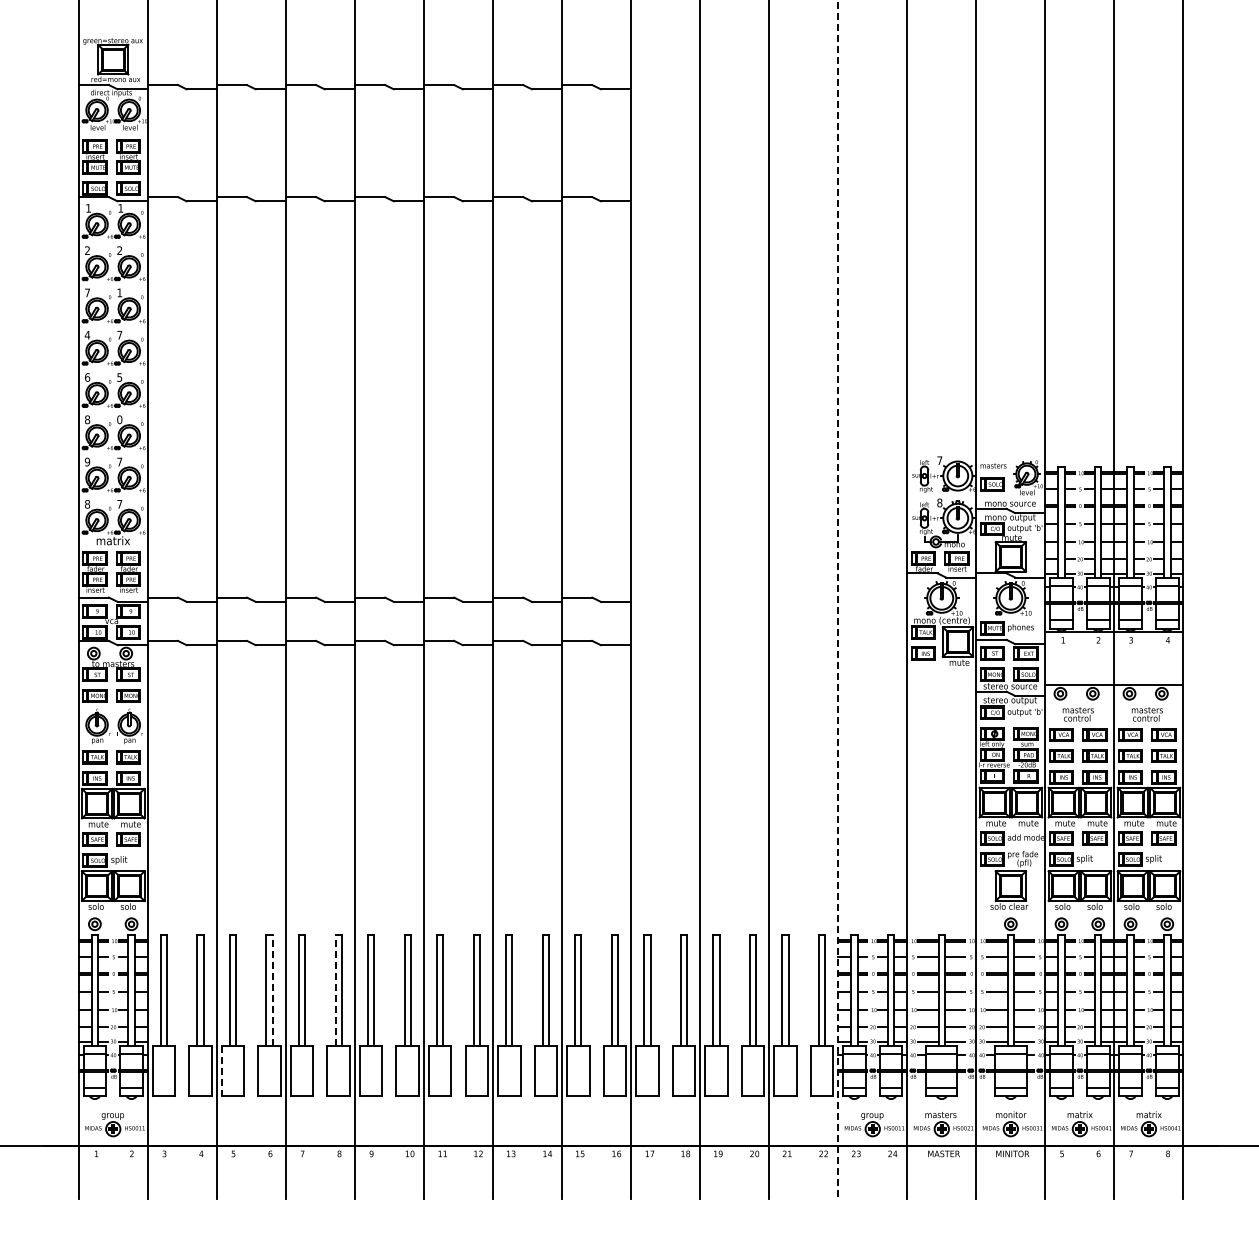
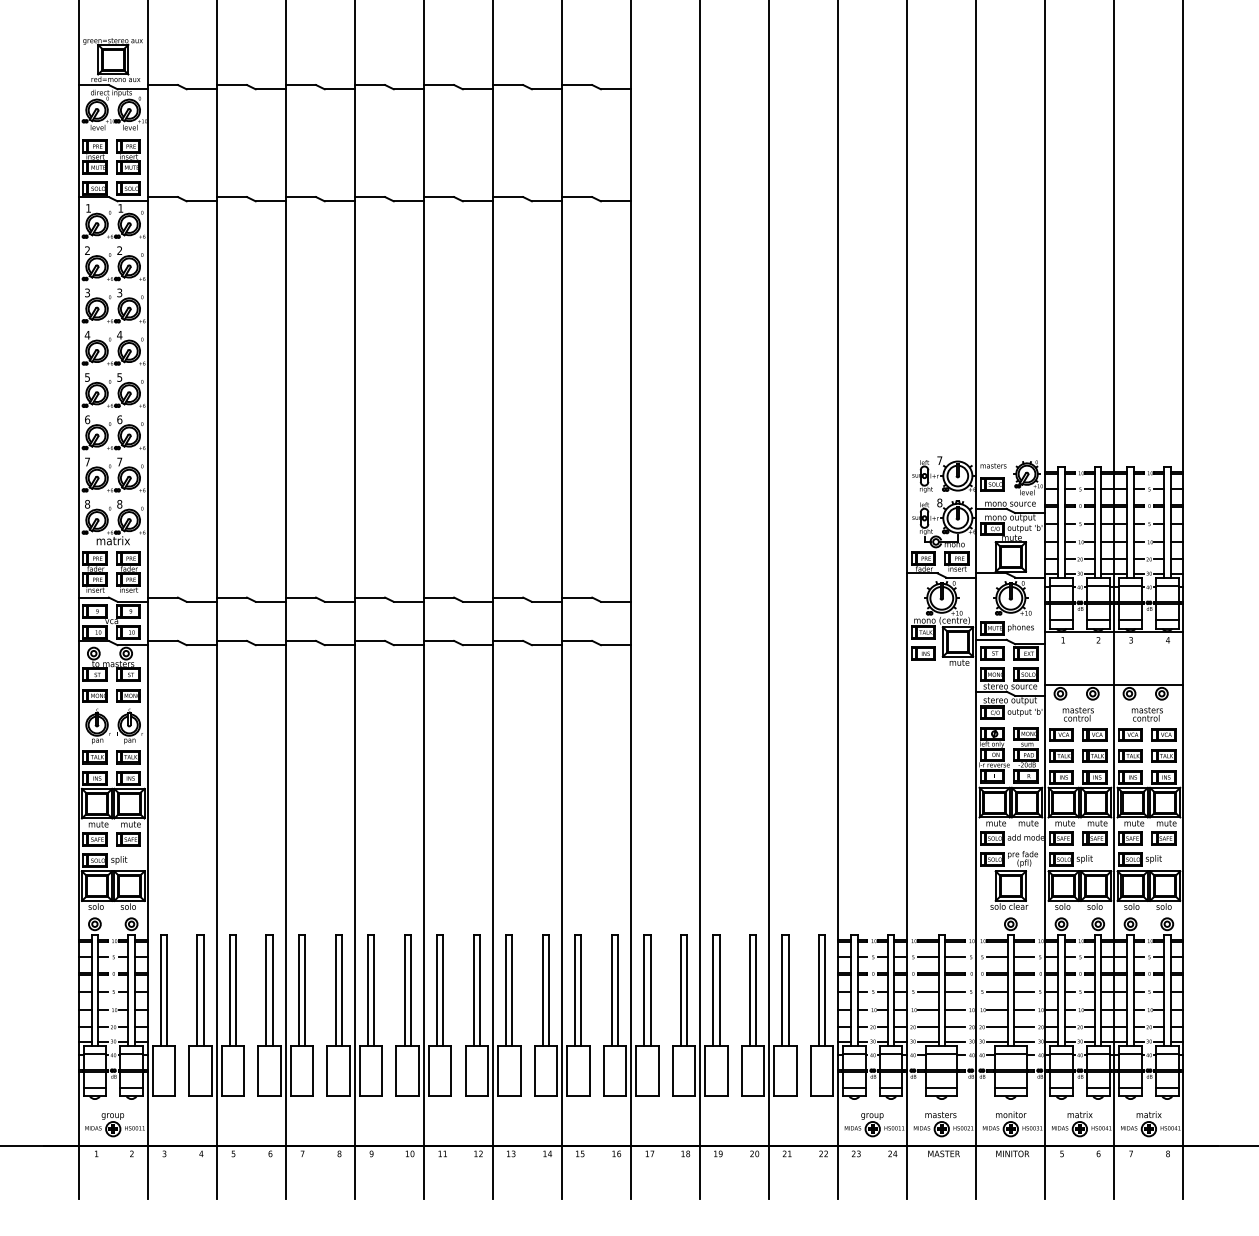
text at (87, 292): 7 -> 3
text at (119, 292): 1 -> 3
text at (119, 335): 7 -> 4
text at (87, 377): 6 -> 5
text at (87, 419): 8 -> 6
text at (119, 419): 0 -> 6
text at (87, 461): 9 -> 7
text at (119, 504): 7 -> 8
line at (838, 599): dashed -> solid
line at (272, 989): dashed -> solid
line at (335, 989): dashed -> solid
line at (221, 1071): dashed -> solid
